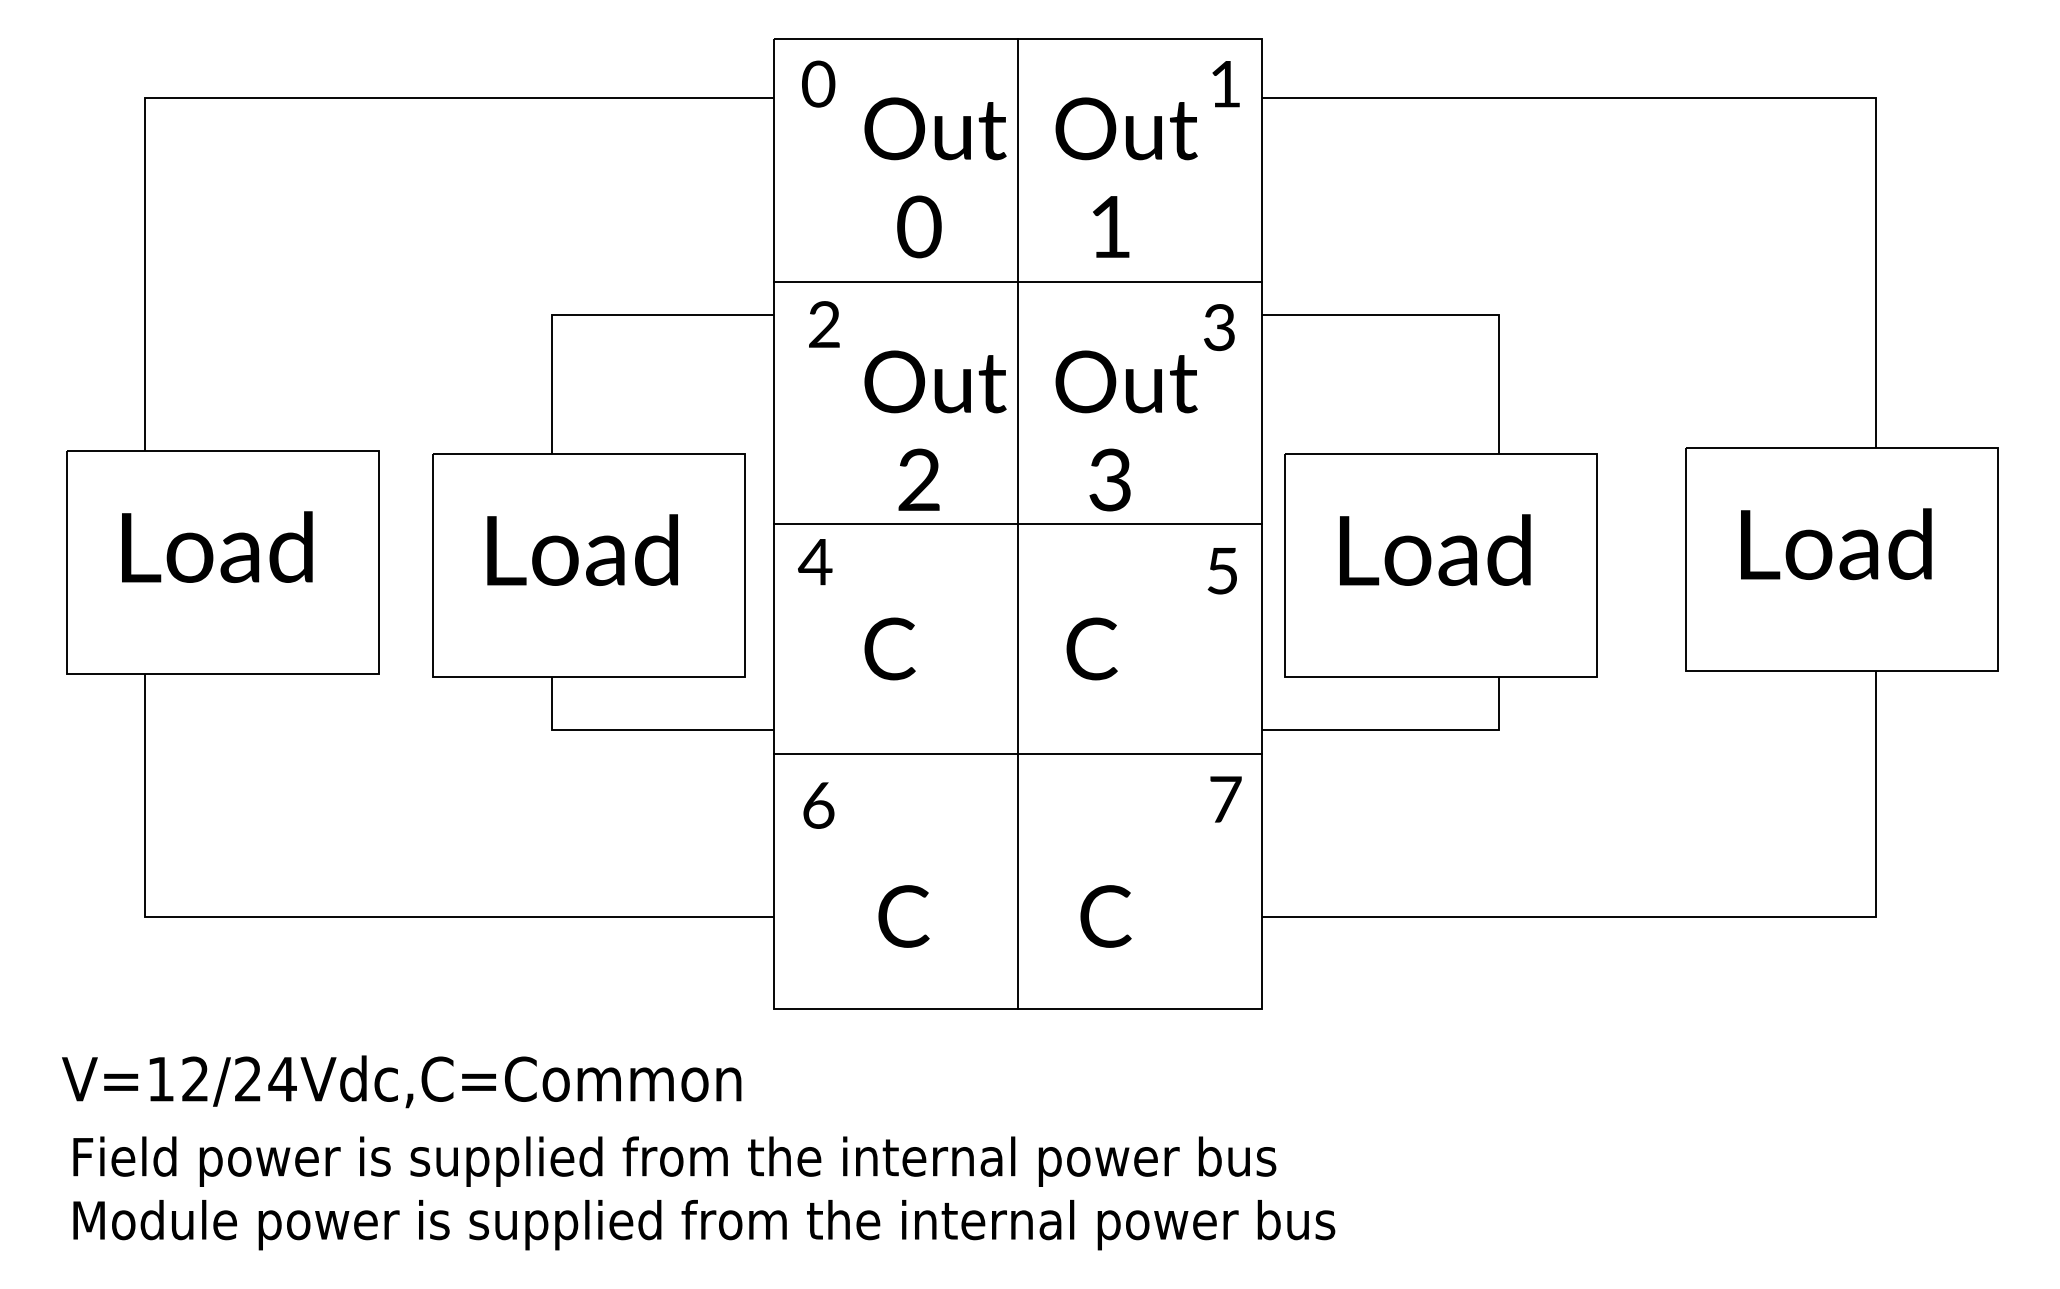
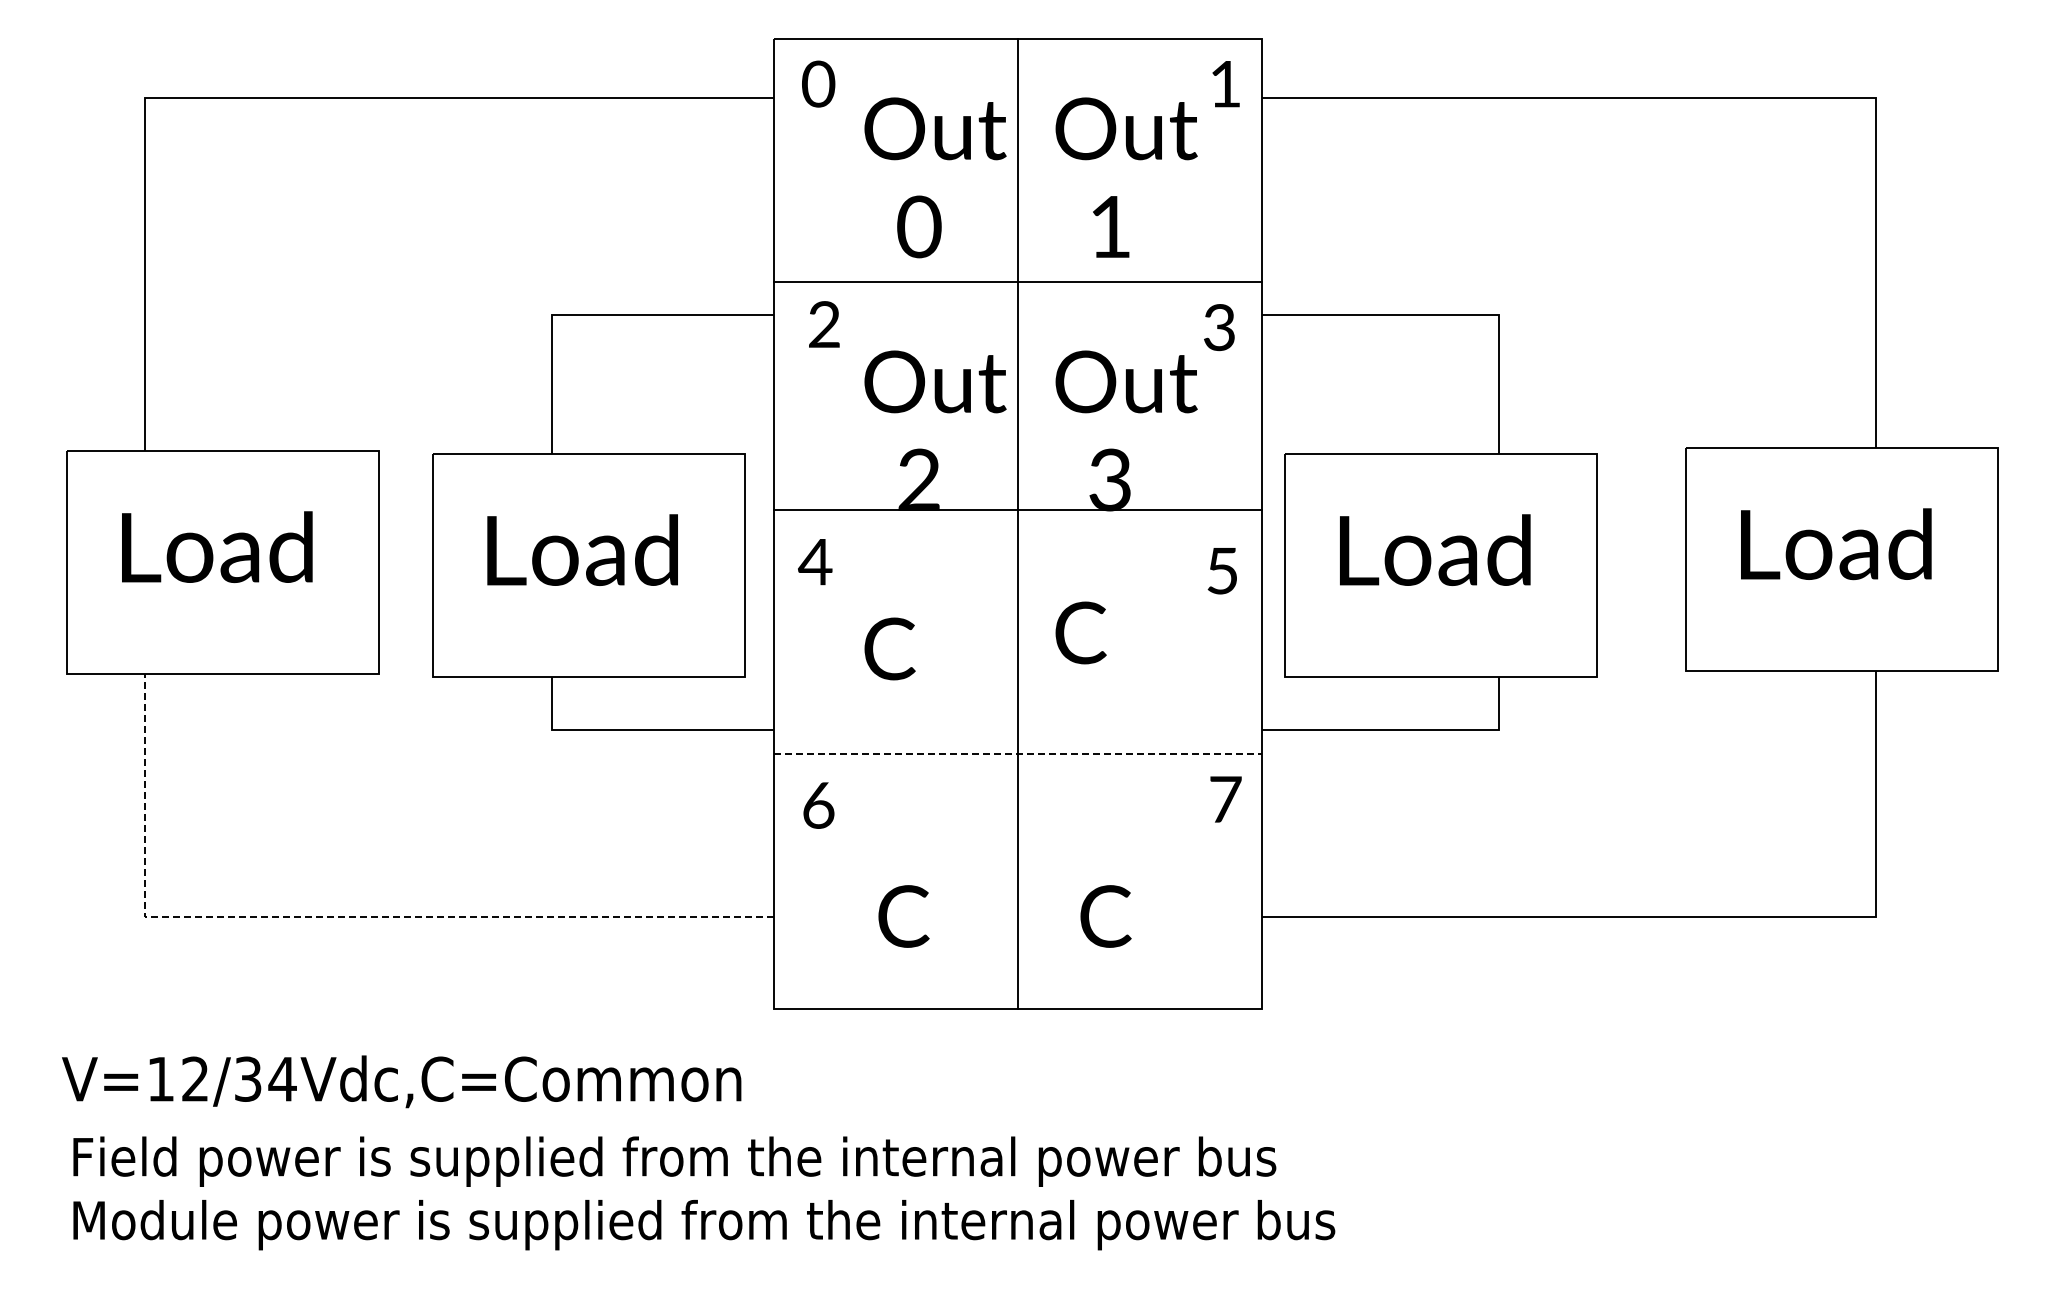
line at (1017, 523) position: (1017, 523) -> (1017, 509)
text at (1091, 648) position: (1091, 648) -> (1080, 632)
line at (1017, 753): solid -> dashed
line at (336, 917): solid -> dashed
text at (248, 1078): V=12/24Vdc,C=Common -> V=12/34Vdc,C=Common
